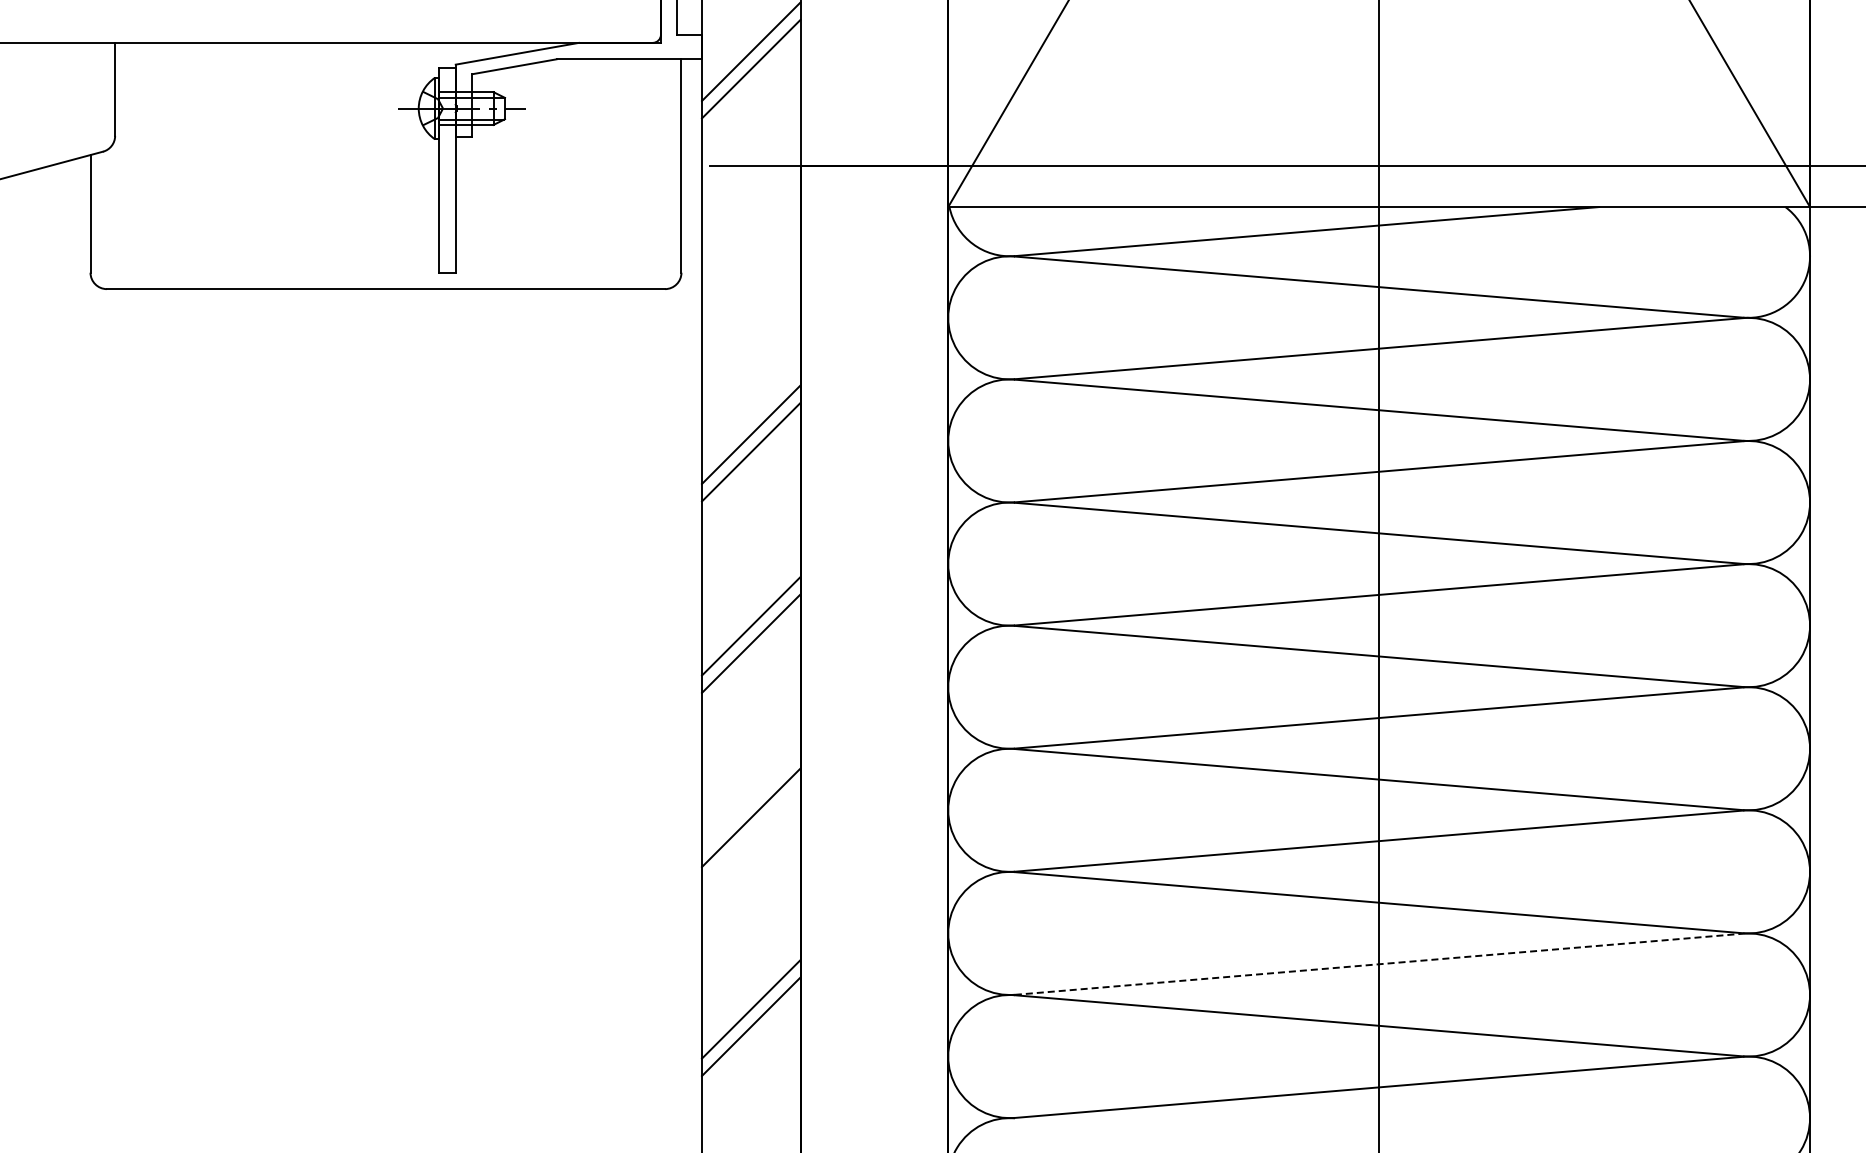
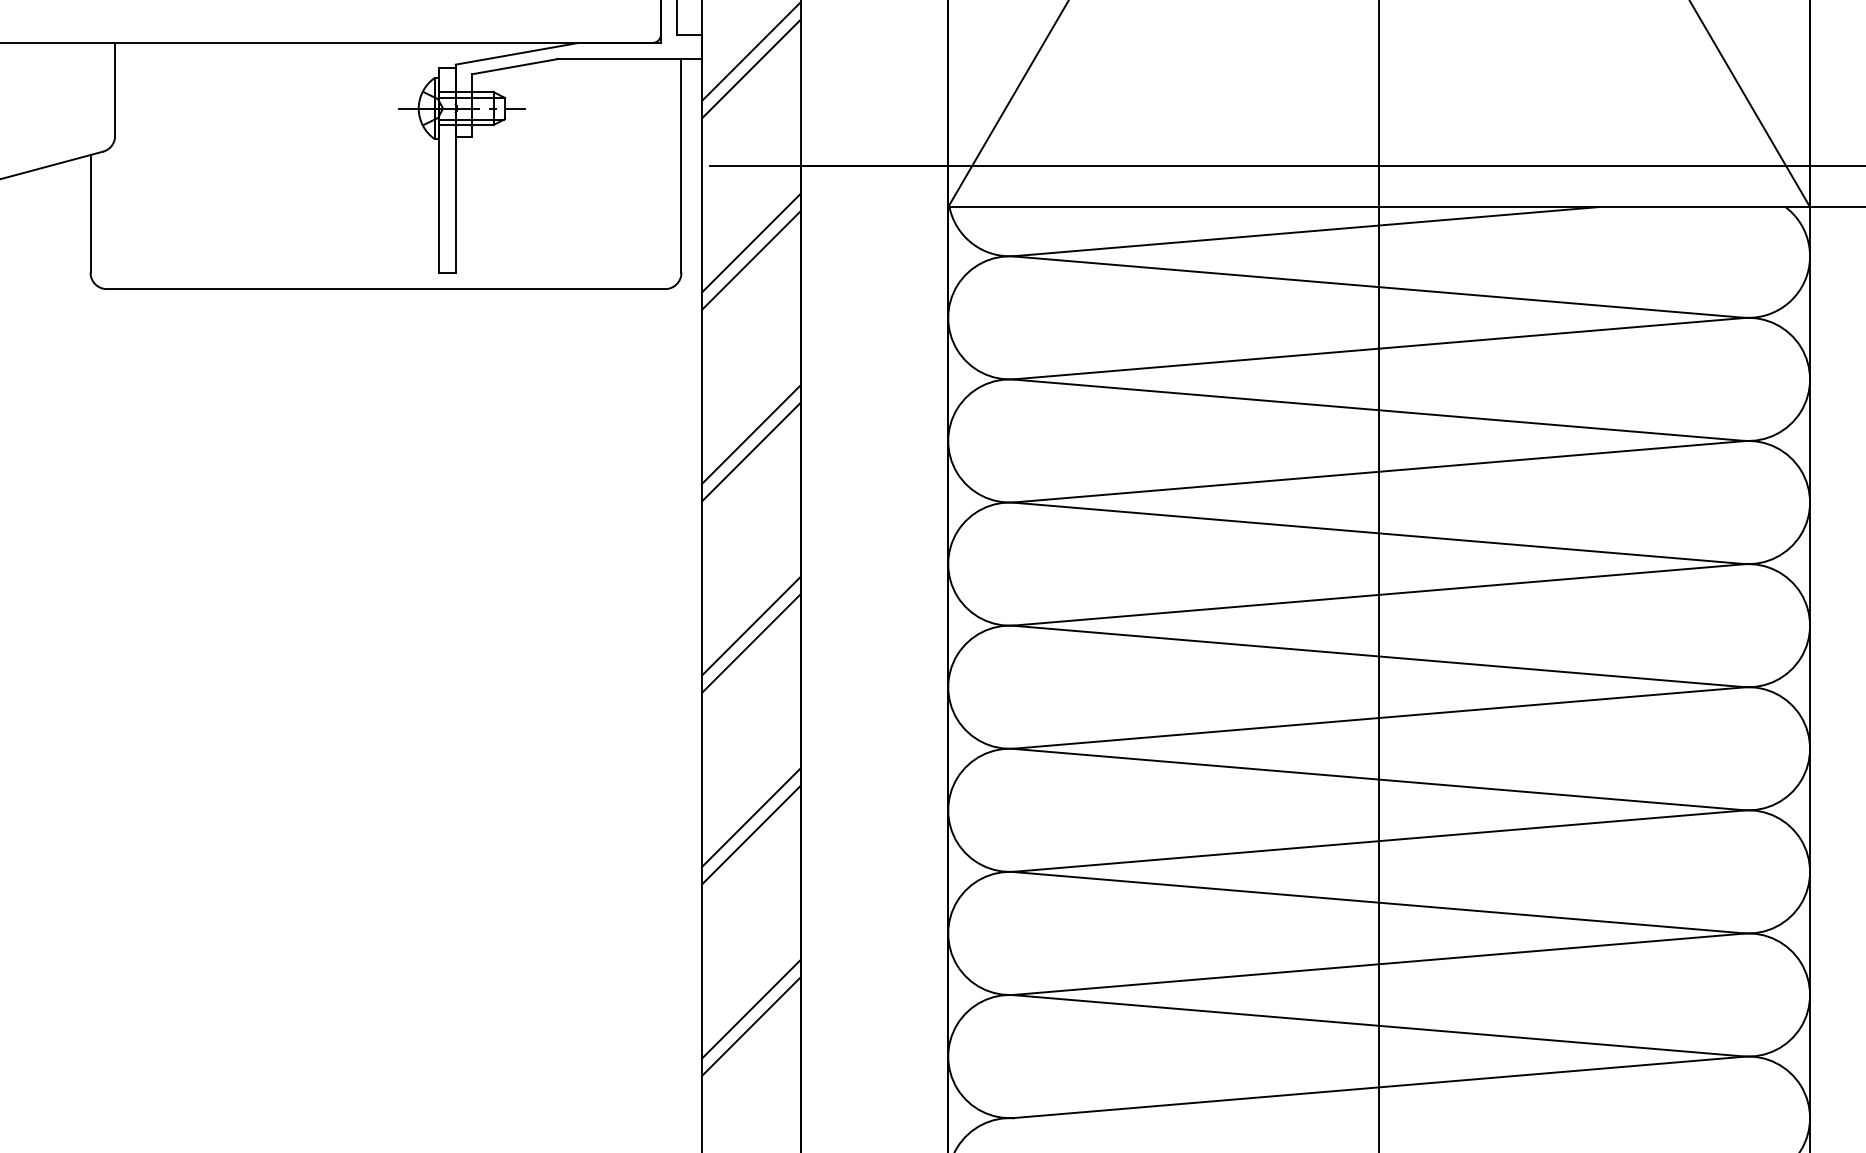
line at (751, 243): none -> present
line at (751, 260): none -> present
line at (751, 835): none -> present
line at (1379, 964): dashed -> solid
